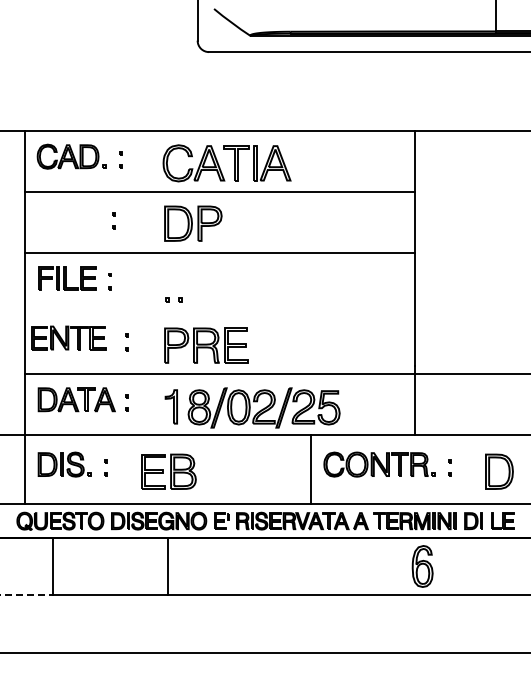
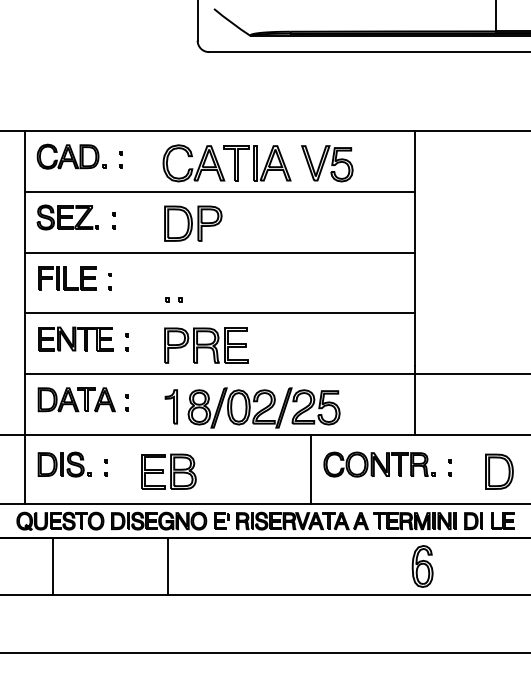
part at (327, 163): none -> present
part at (67, 217): none -> present
line at (219, 313): none -> present
part at (68, 337) position: (68, 337) -> (75, 338)
line at (27, 595): dashed -> solid
